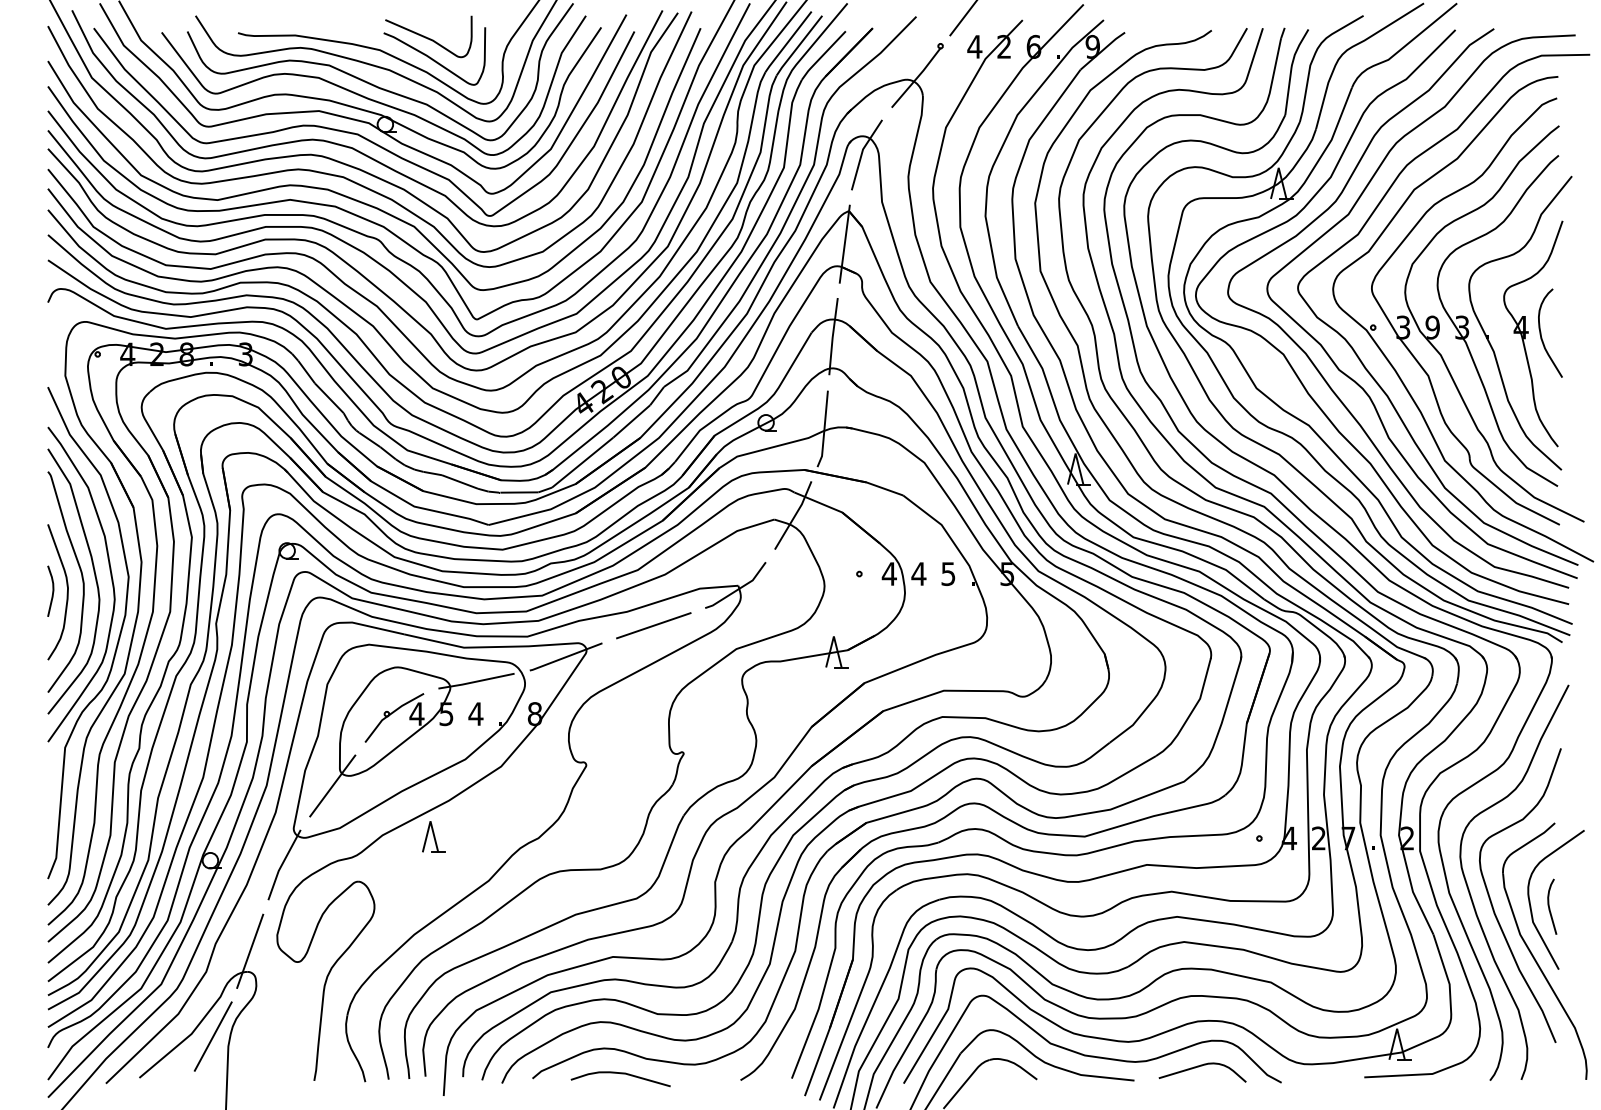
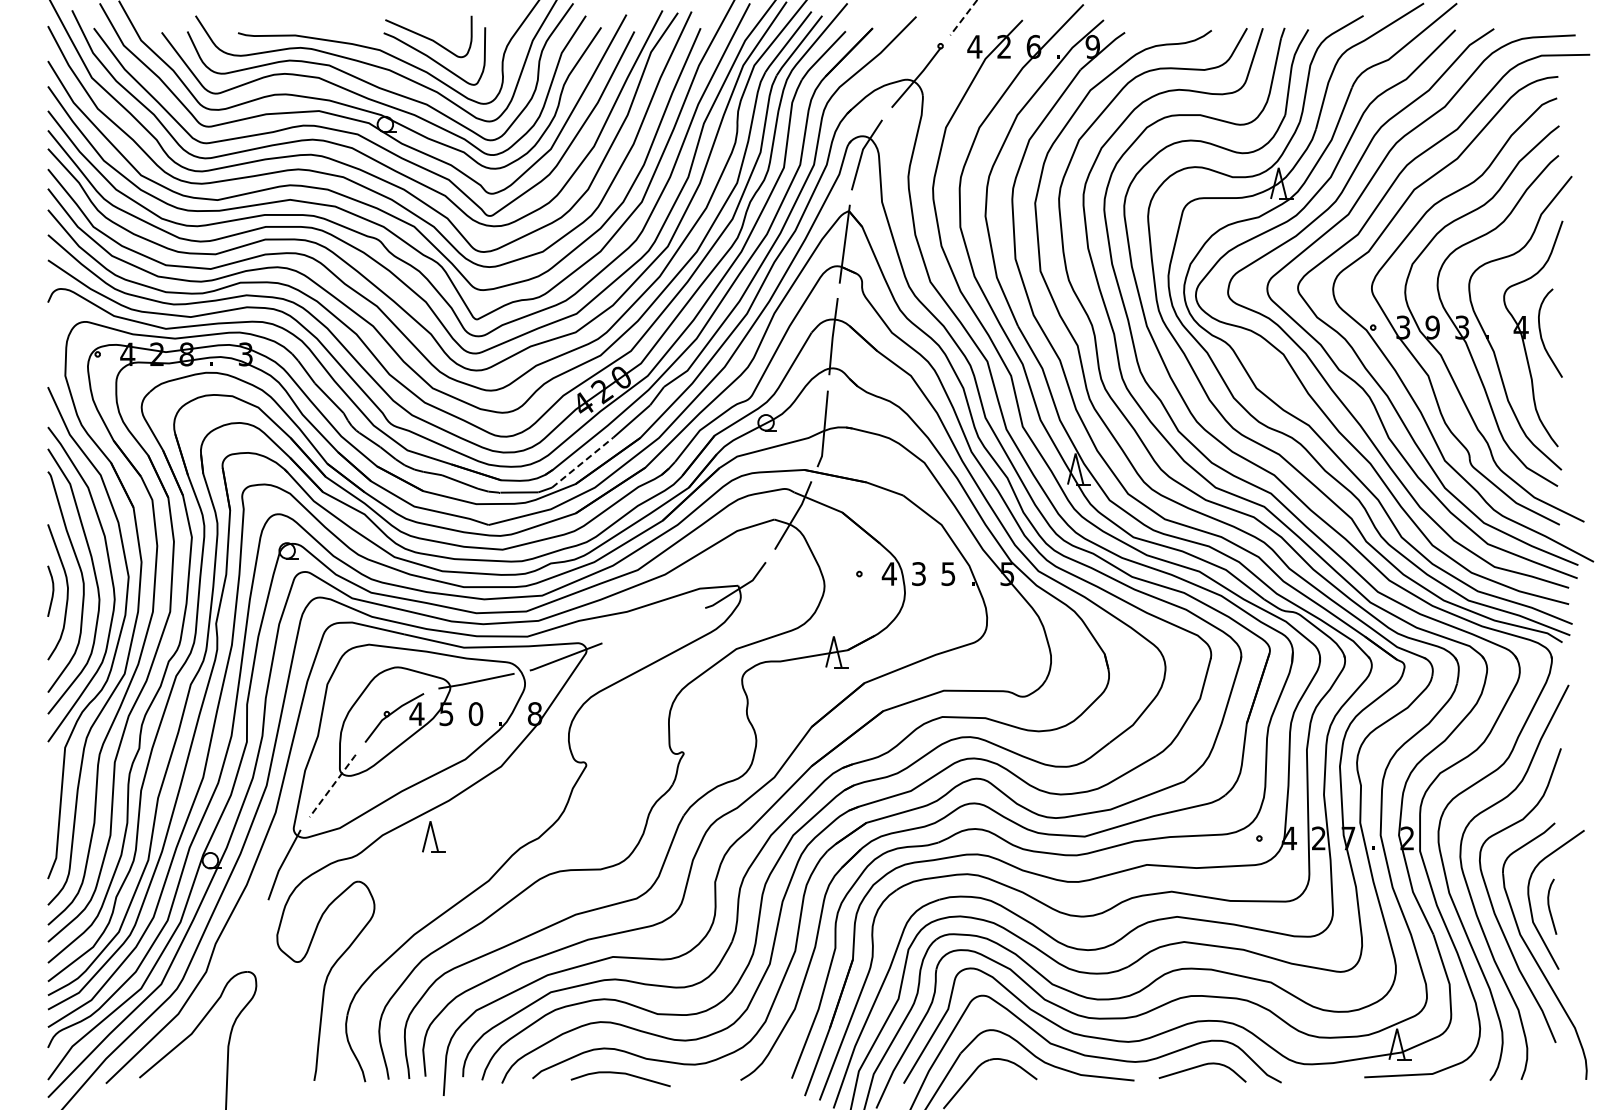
line at (963, 17): solid -> dashed
line at (582, 462): solid -> dashed
text at (918, 574): 4 -> 3
line at (653, 625): present -> none
text at (475, 714): 4 -> 0
line at (332, 785): solid -> dashed
line at (250, 950): present -> none
line at (212, 1036): present -> none
